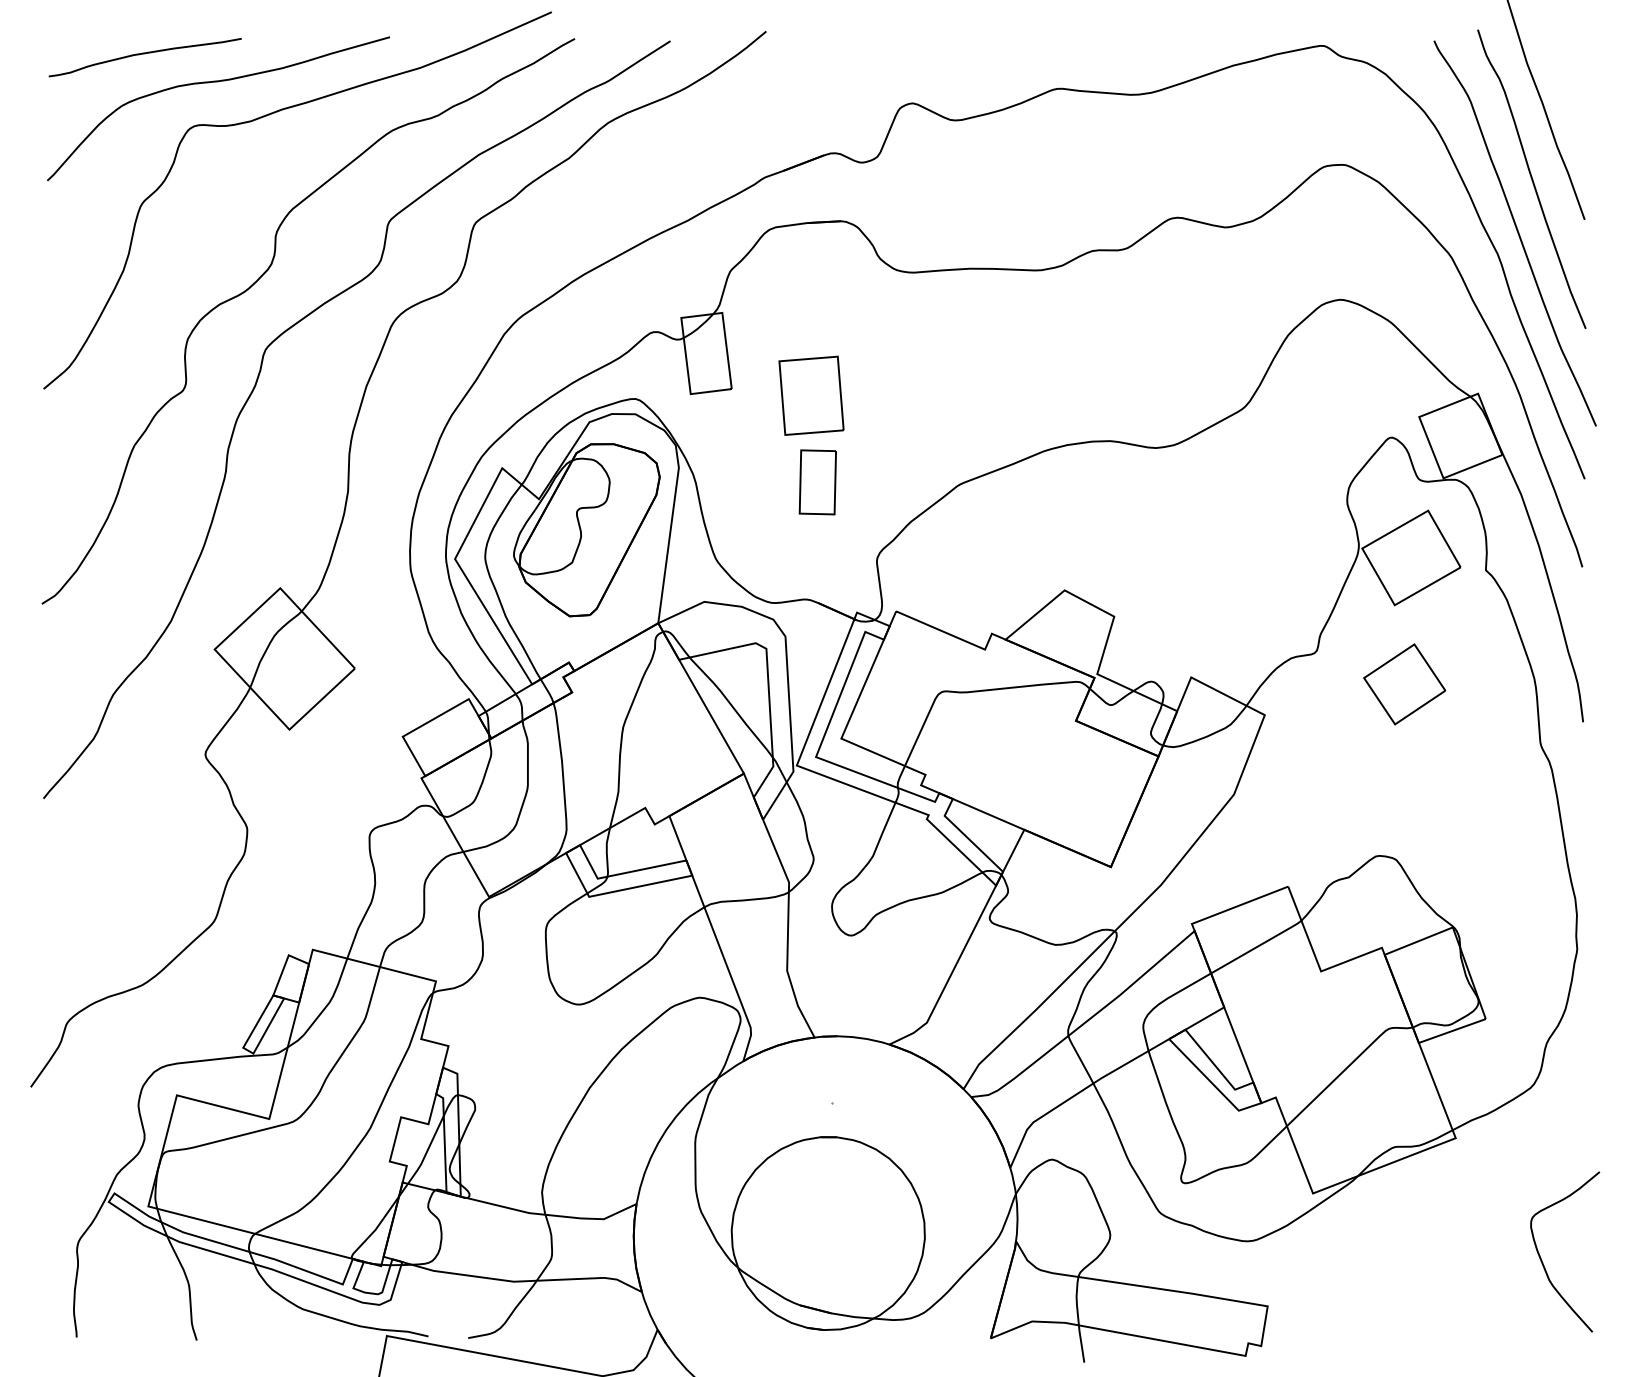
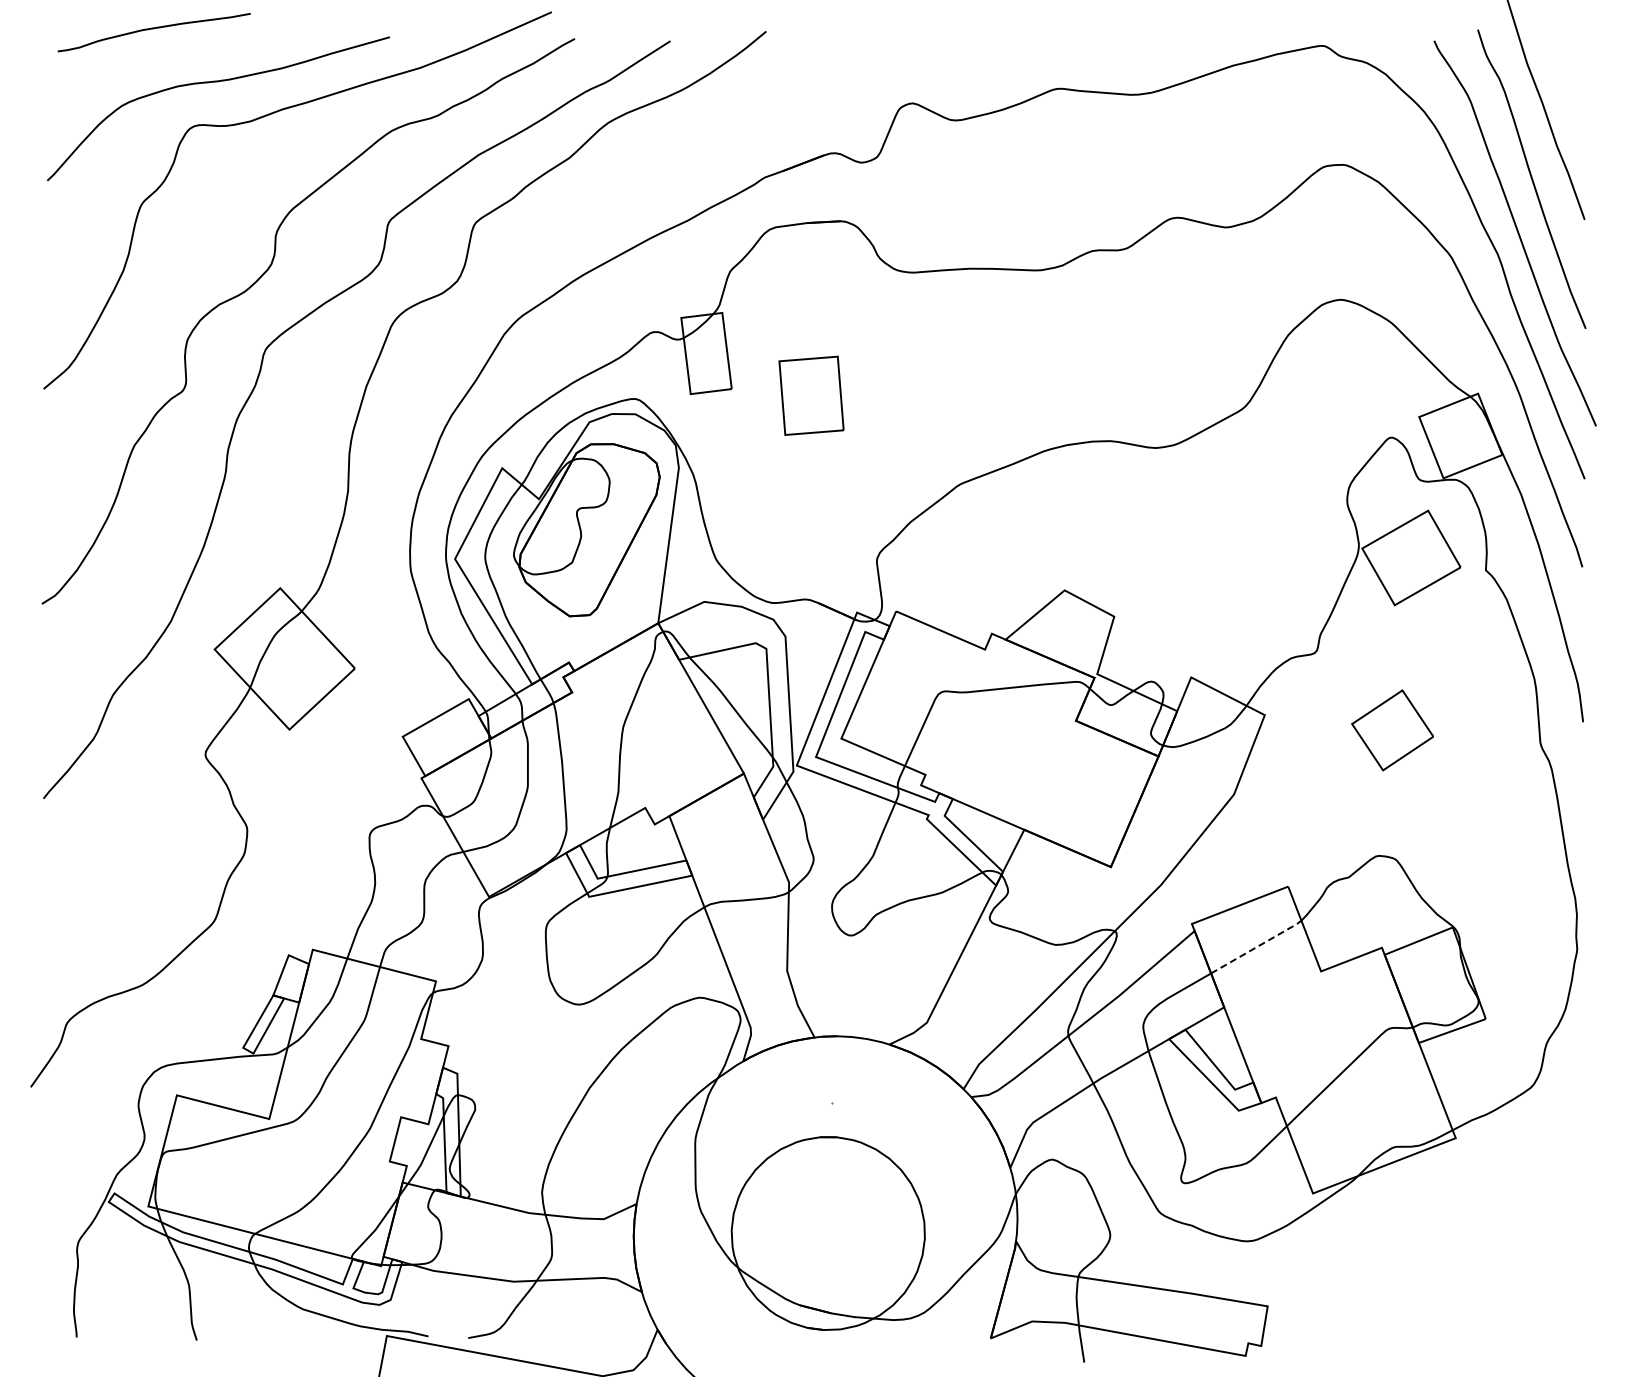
curve at (144, 54) position: (144, 54) -> (153, 29)
part at (817, 482): present -> none
part at (1404, 684) position: (1404, 684) -> (1392, 730)
line at (1257, 946): solid -> dashed
curve at (1543, 1262): present -> none
